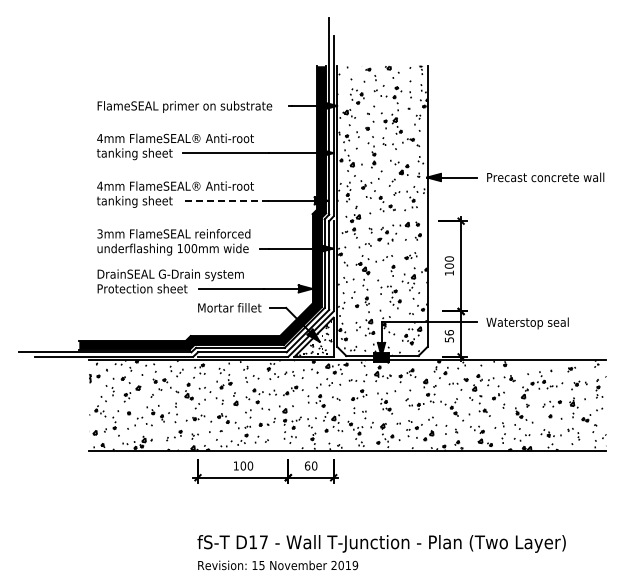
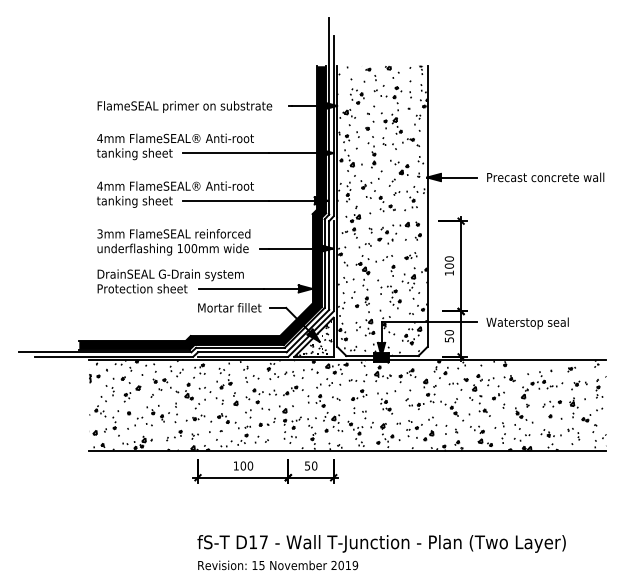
line at (225, 200): dashed -> solid
text at (448, 332): 56 -> 50
text at (307, 465): 60 -> 50
